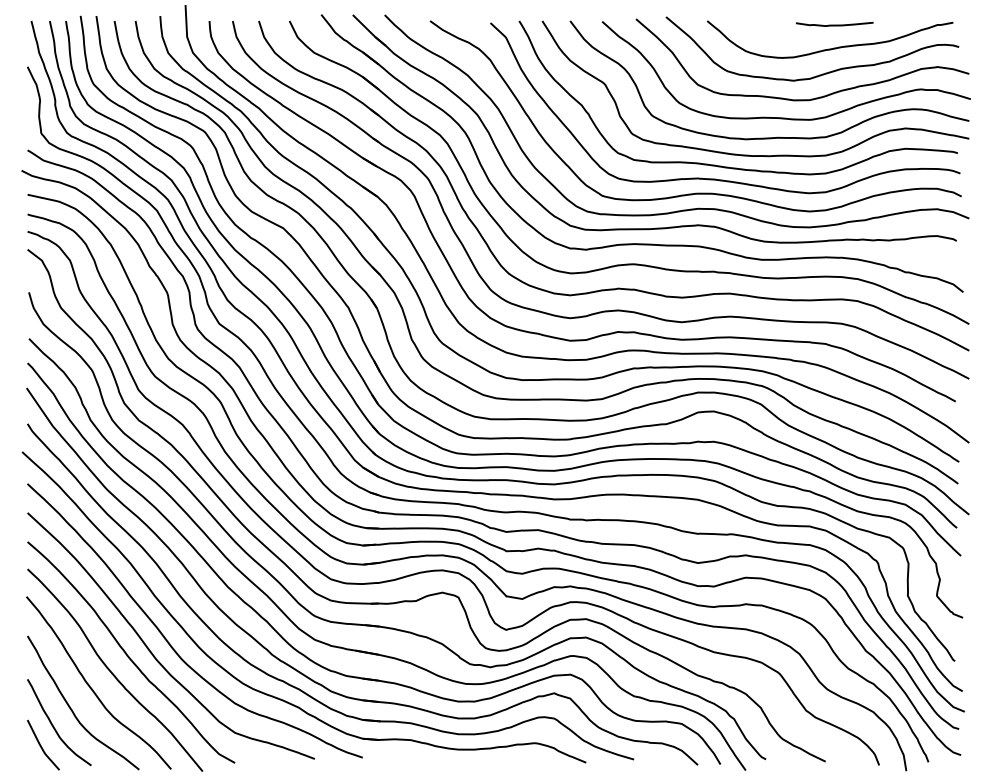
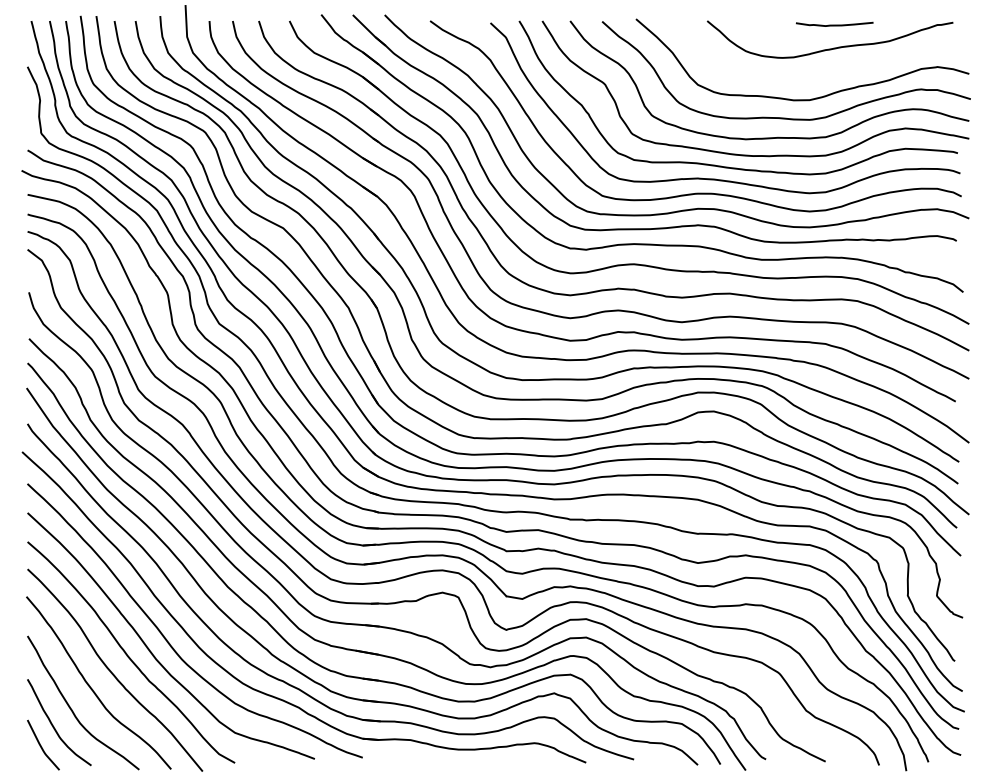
curve at (822, 73): present -> none
